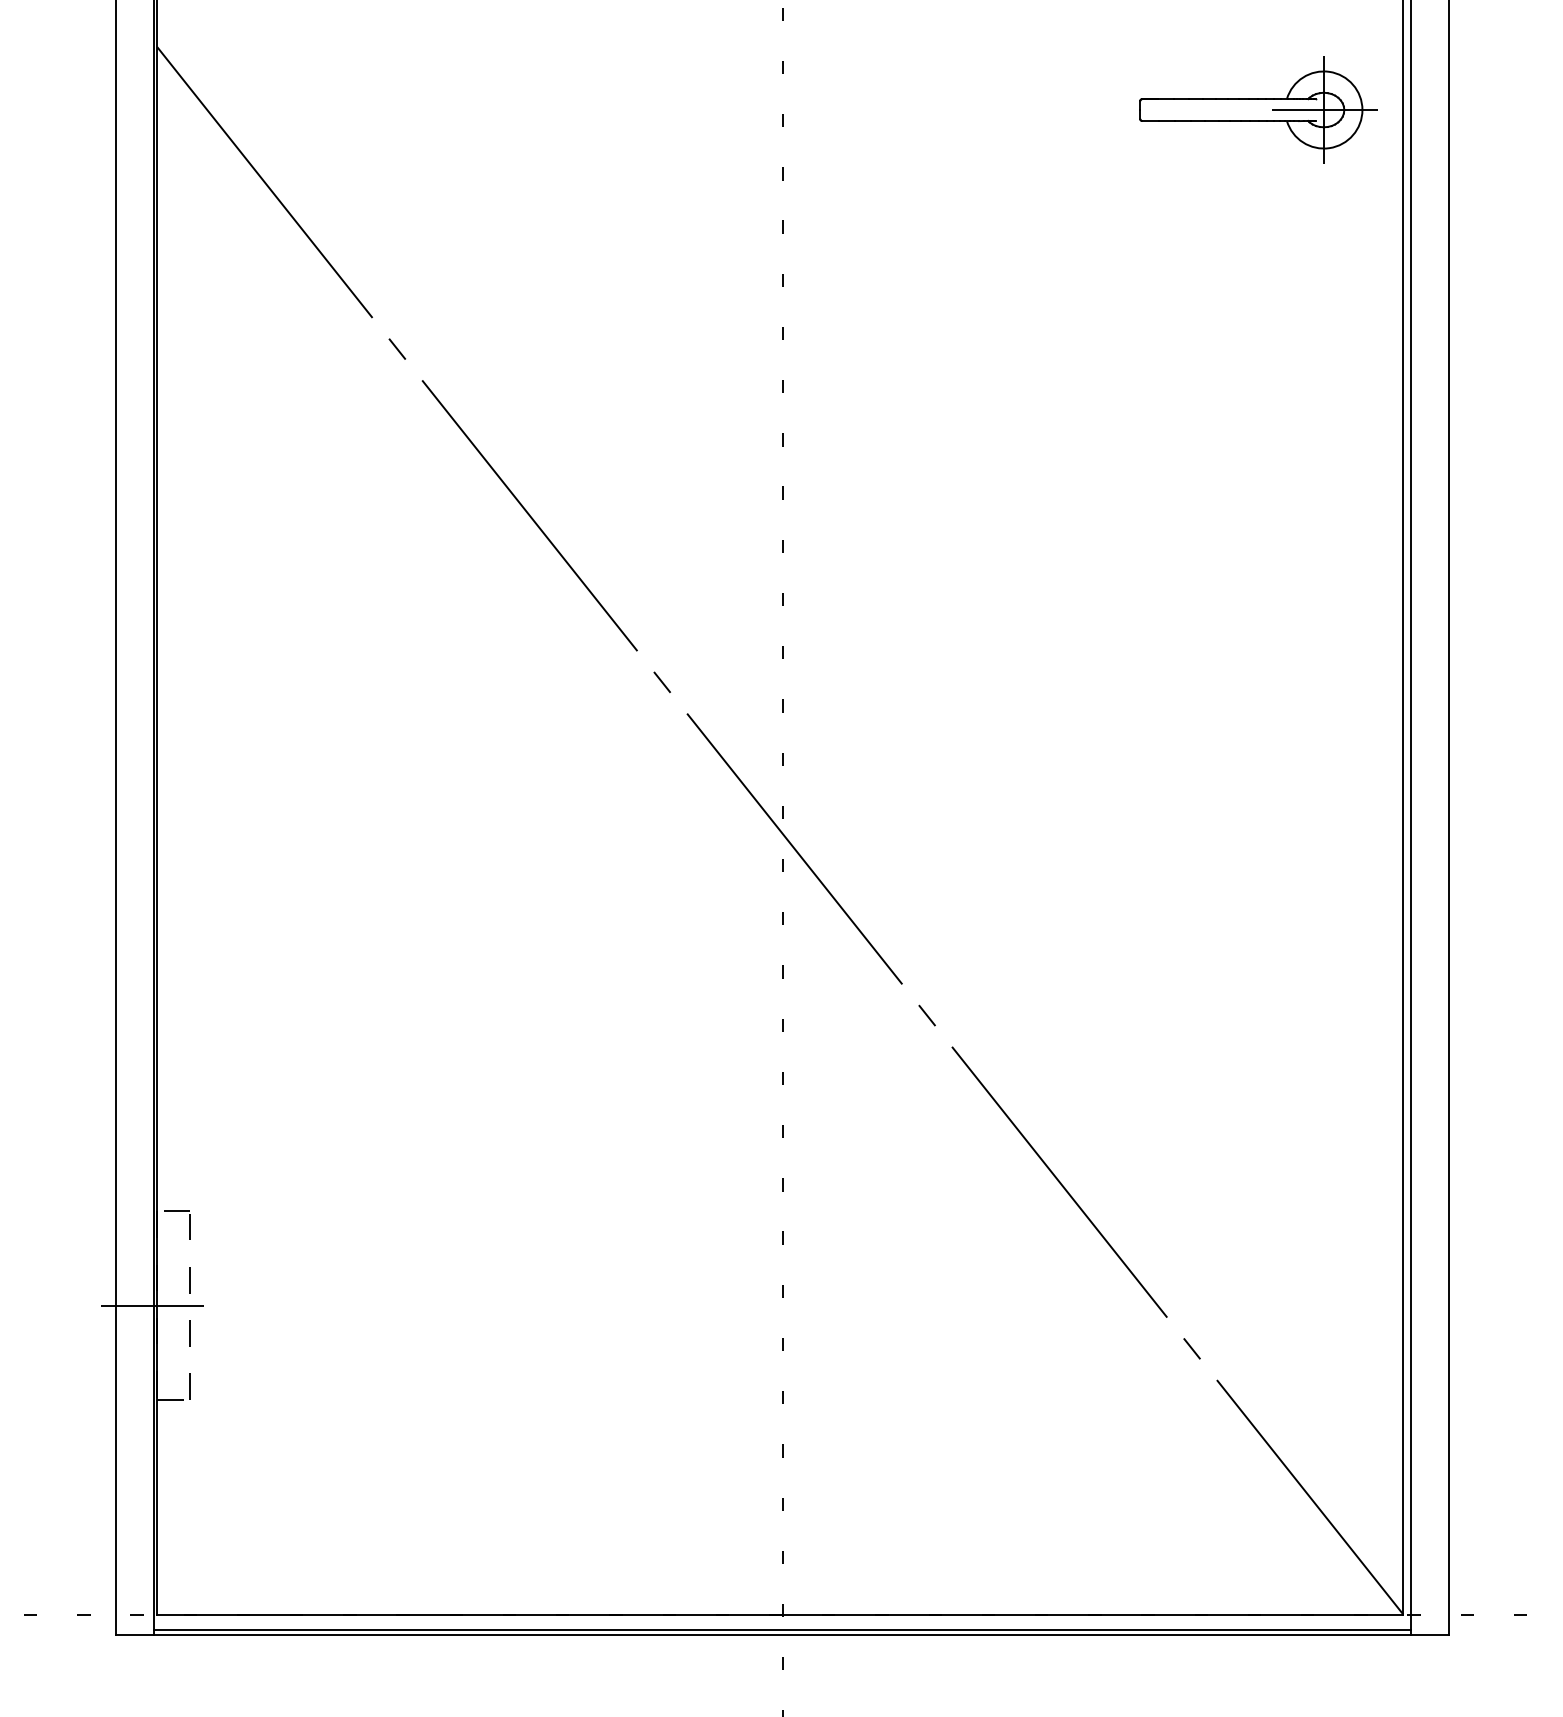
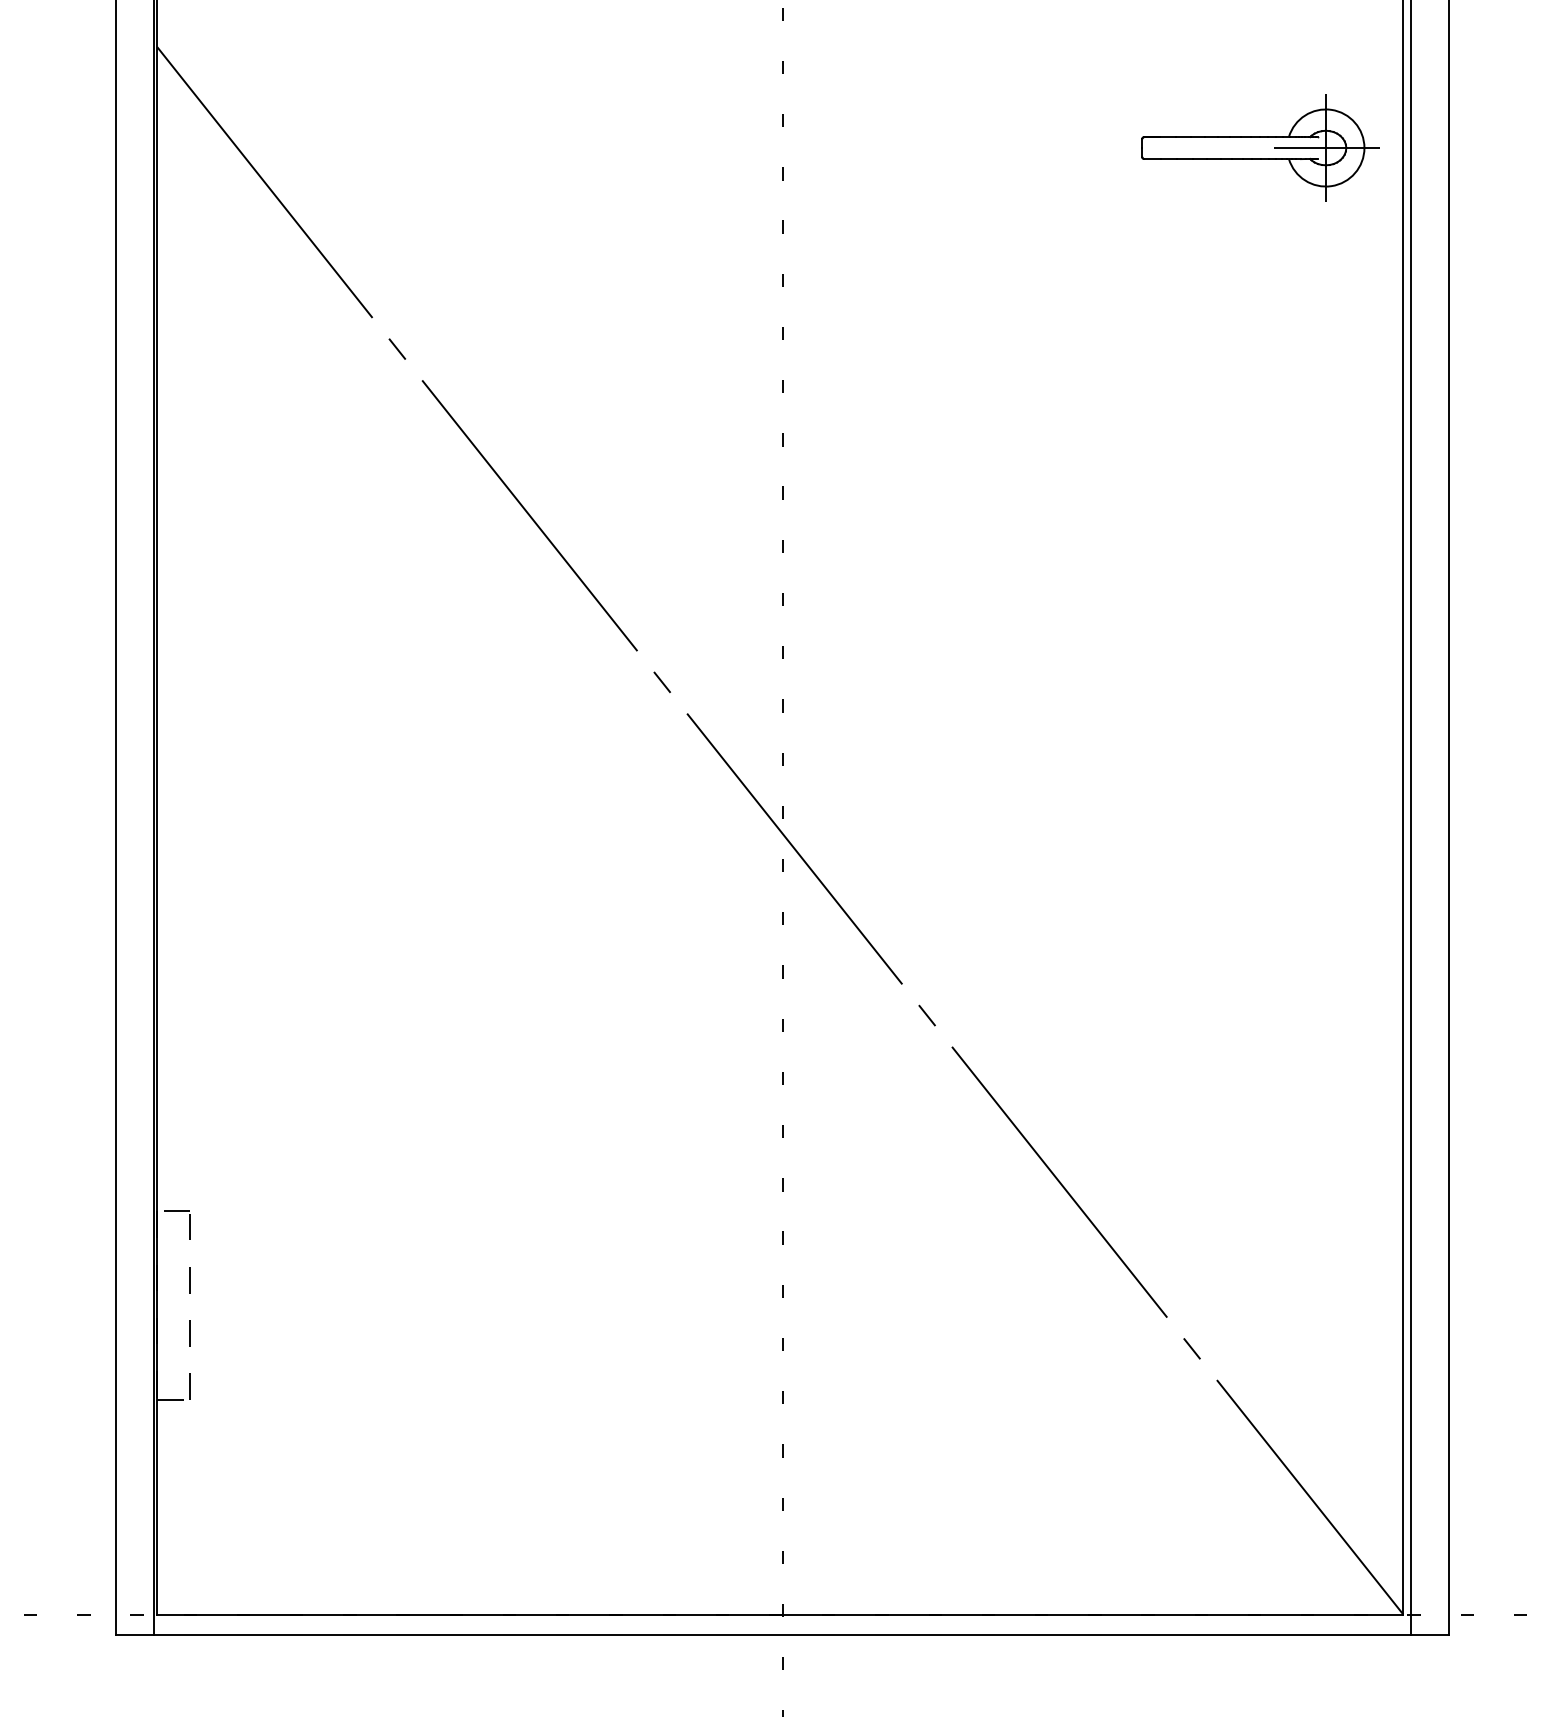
part at (1258, 109) position: (1258, 109) -> (1260, 147)
line at (152, 1305): present -> none
line at (782, 1630): present -> none
